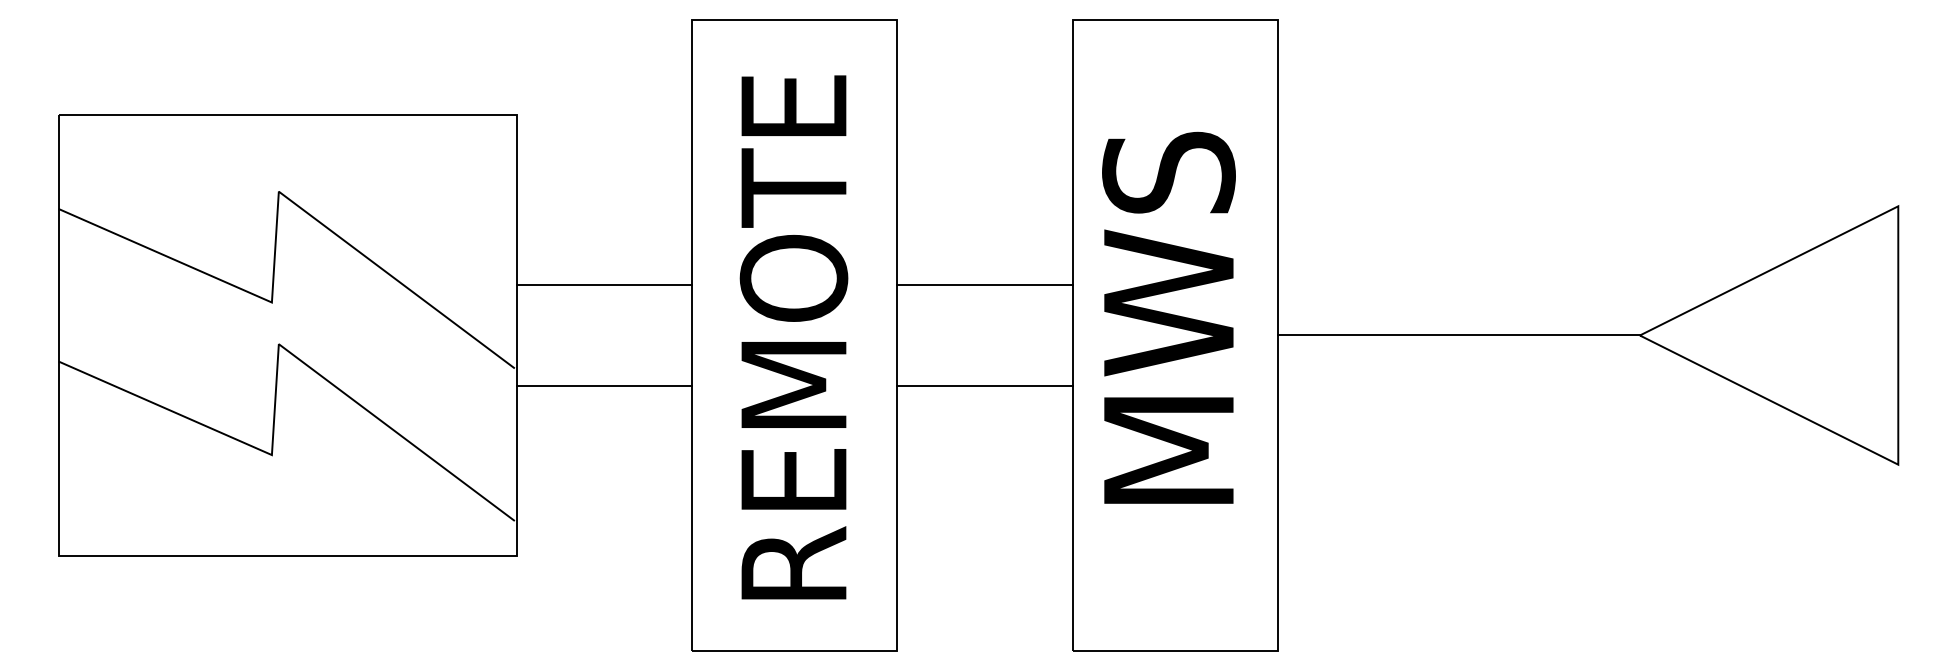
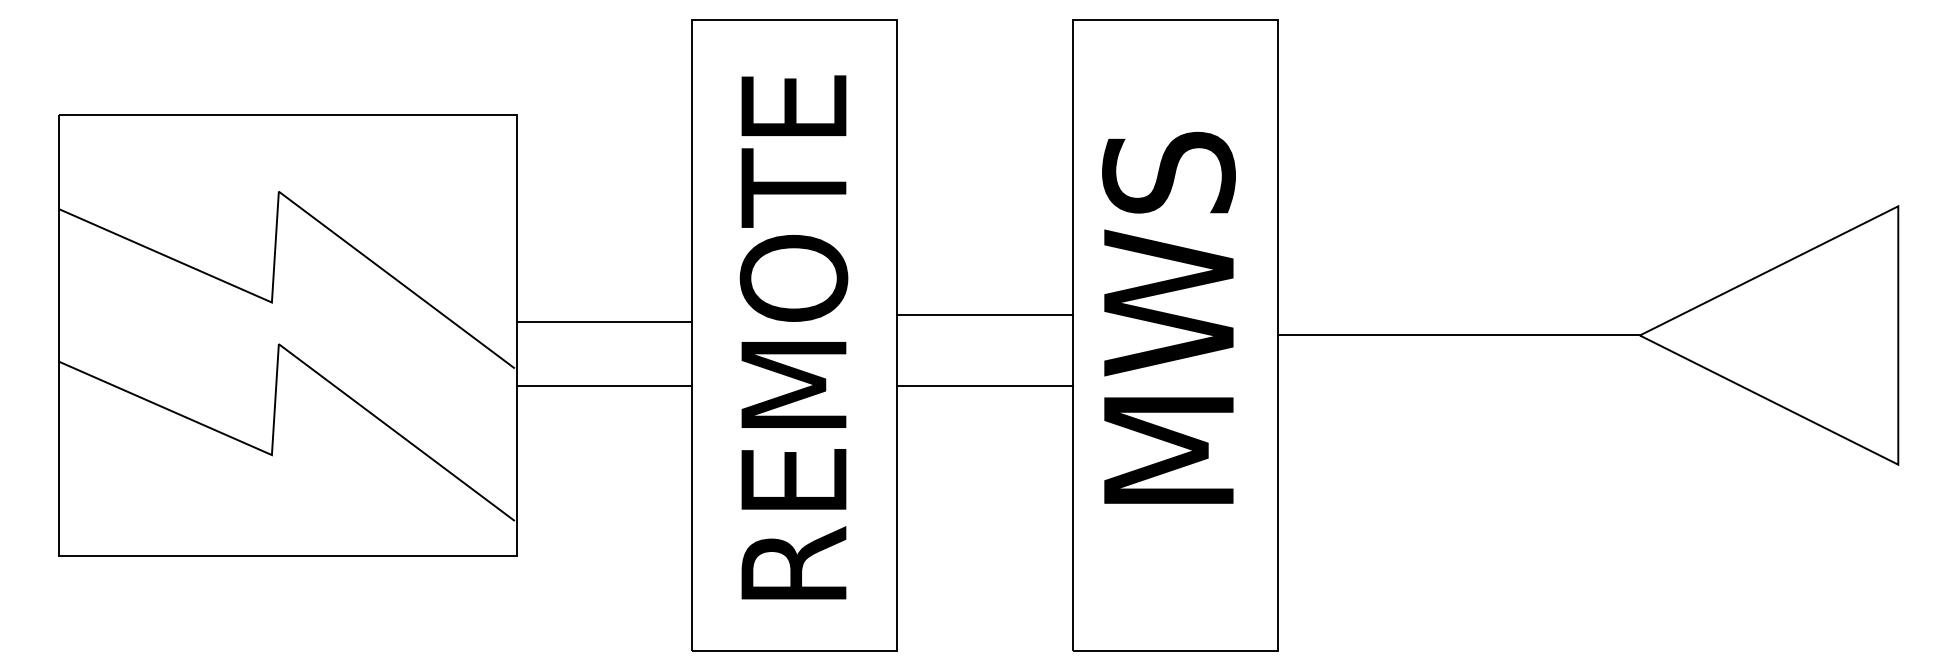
line at (604, 284) position: (604, 284) -> (604, 321)
line at (984, 284) position: (984, 284) -> (984, 314)
